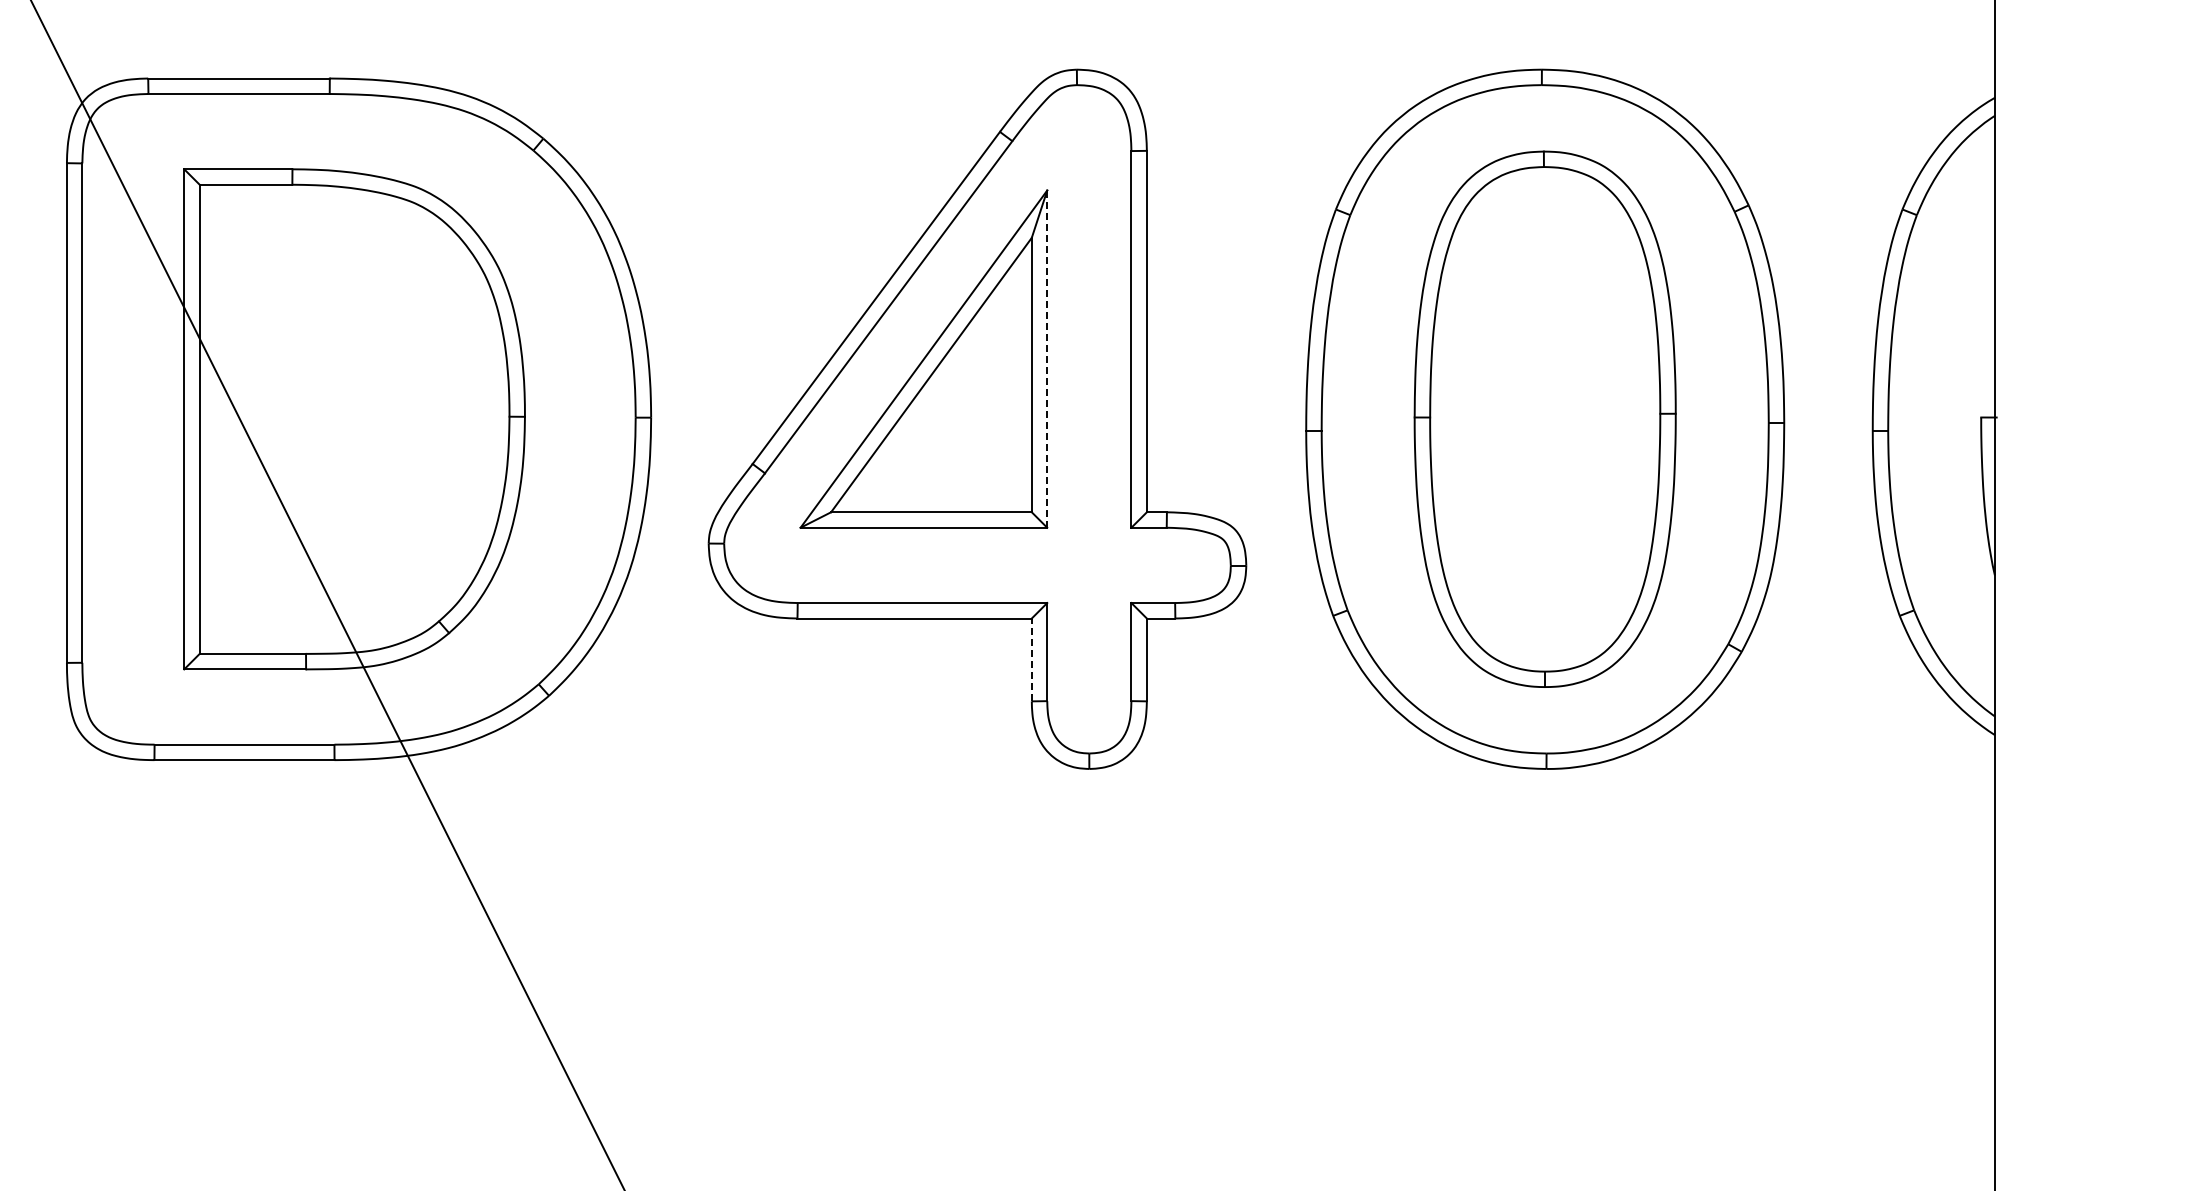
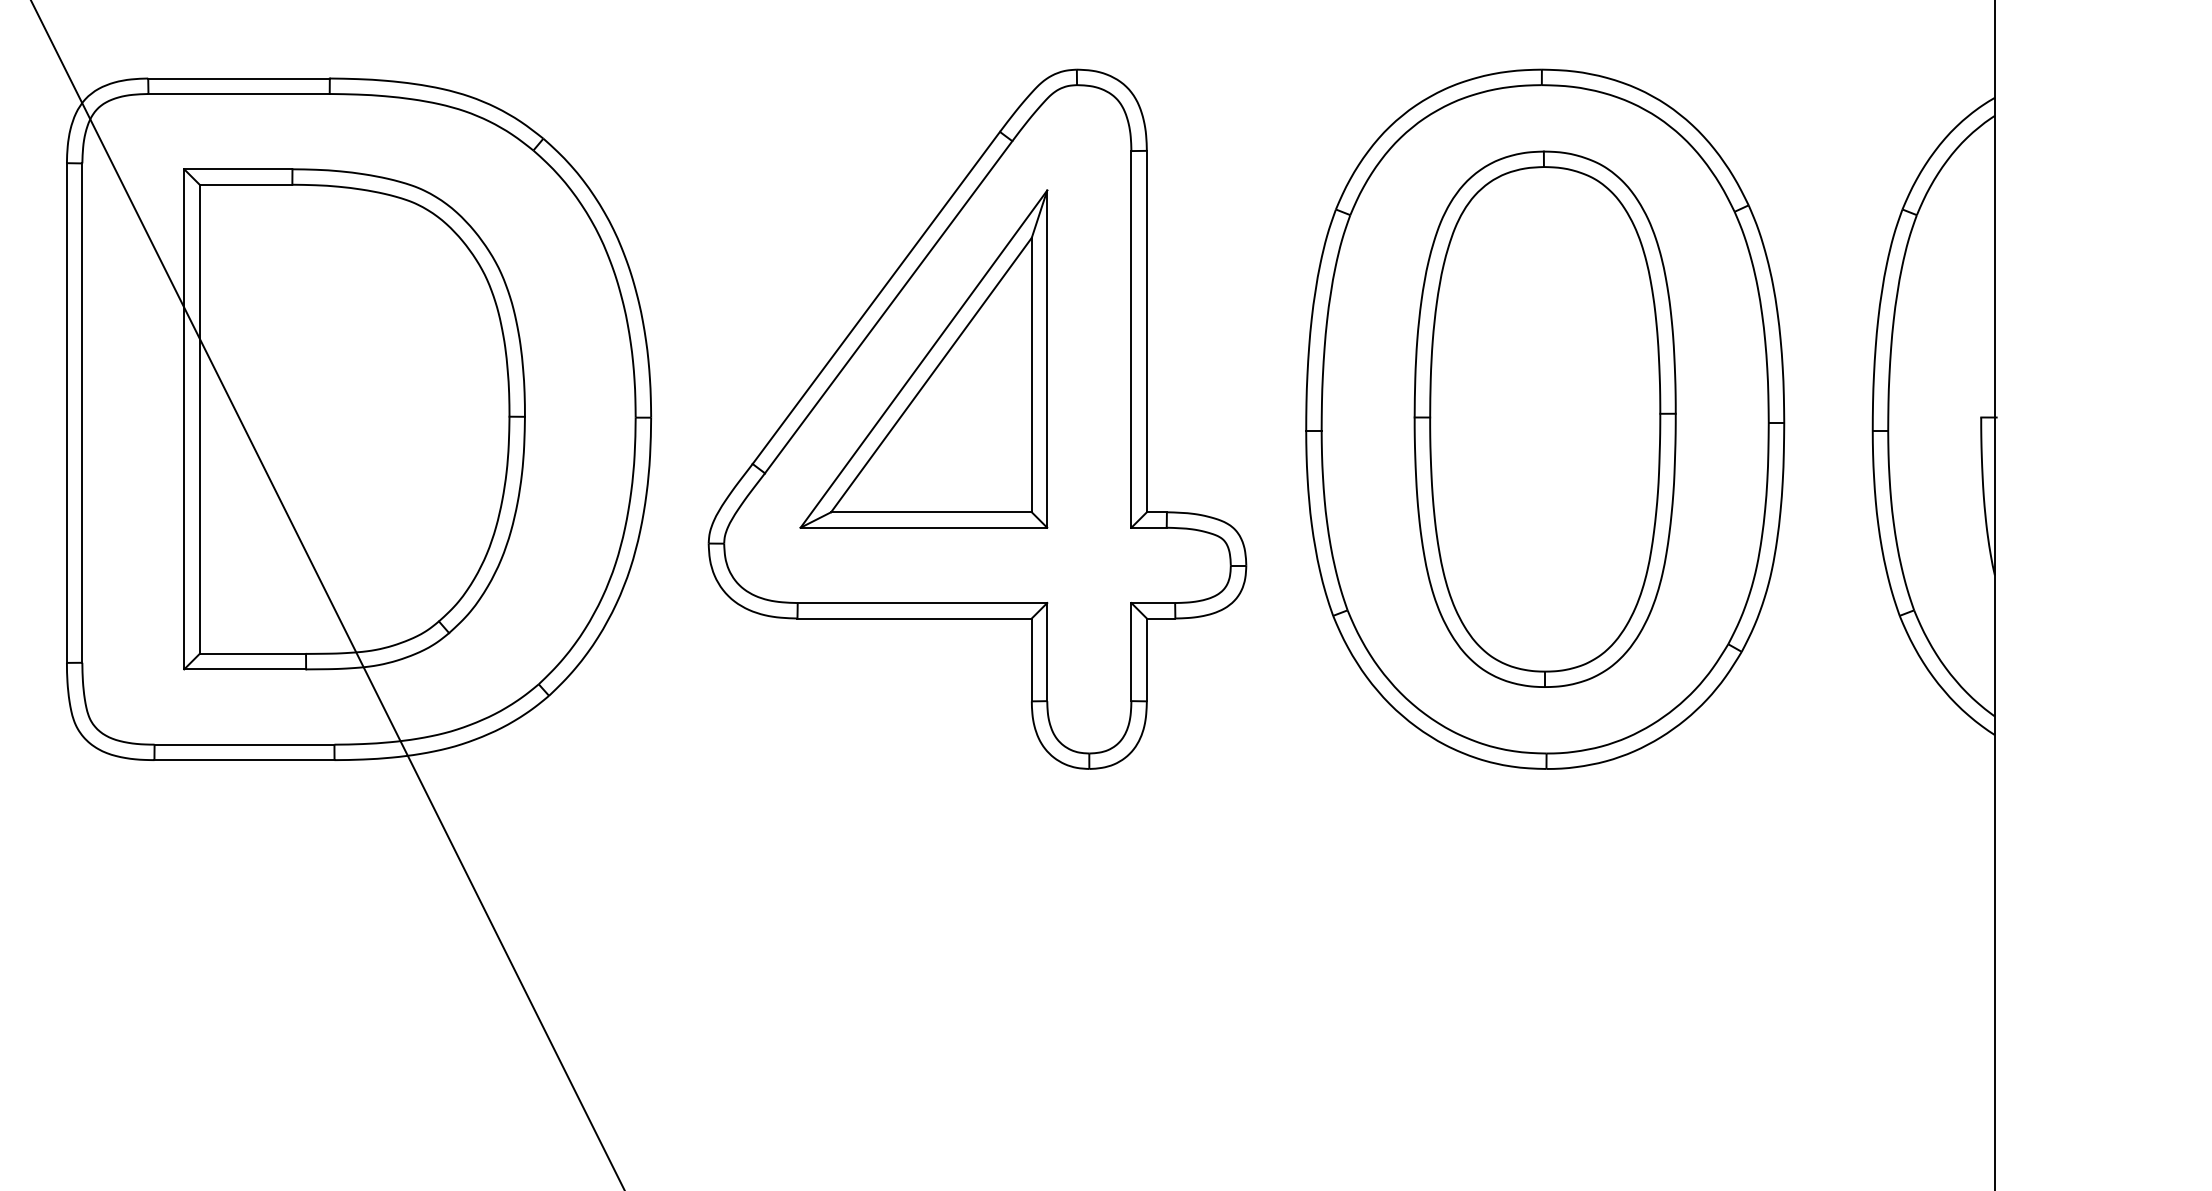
line at (1047, 359): dashed -> solid
line at (1031, 659): dashed -> solid
